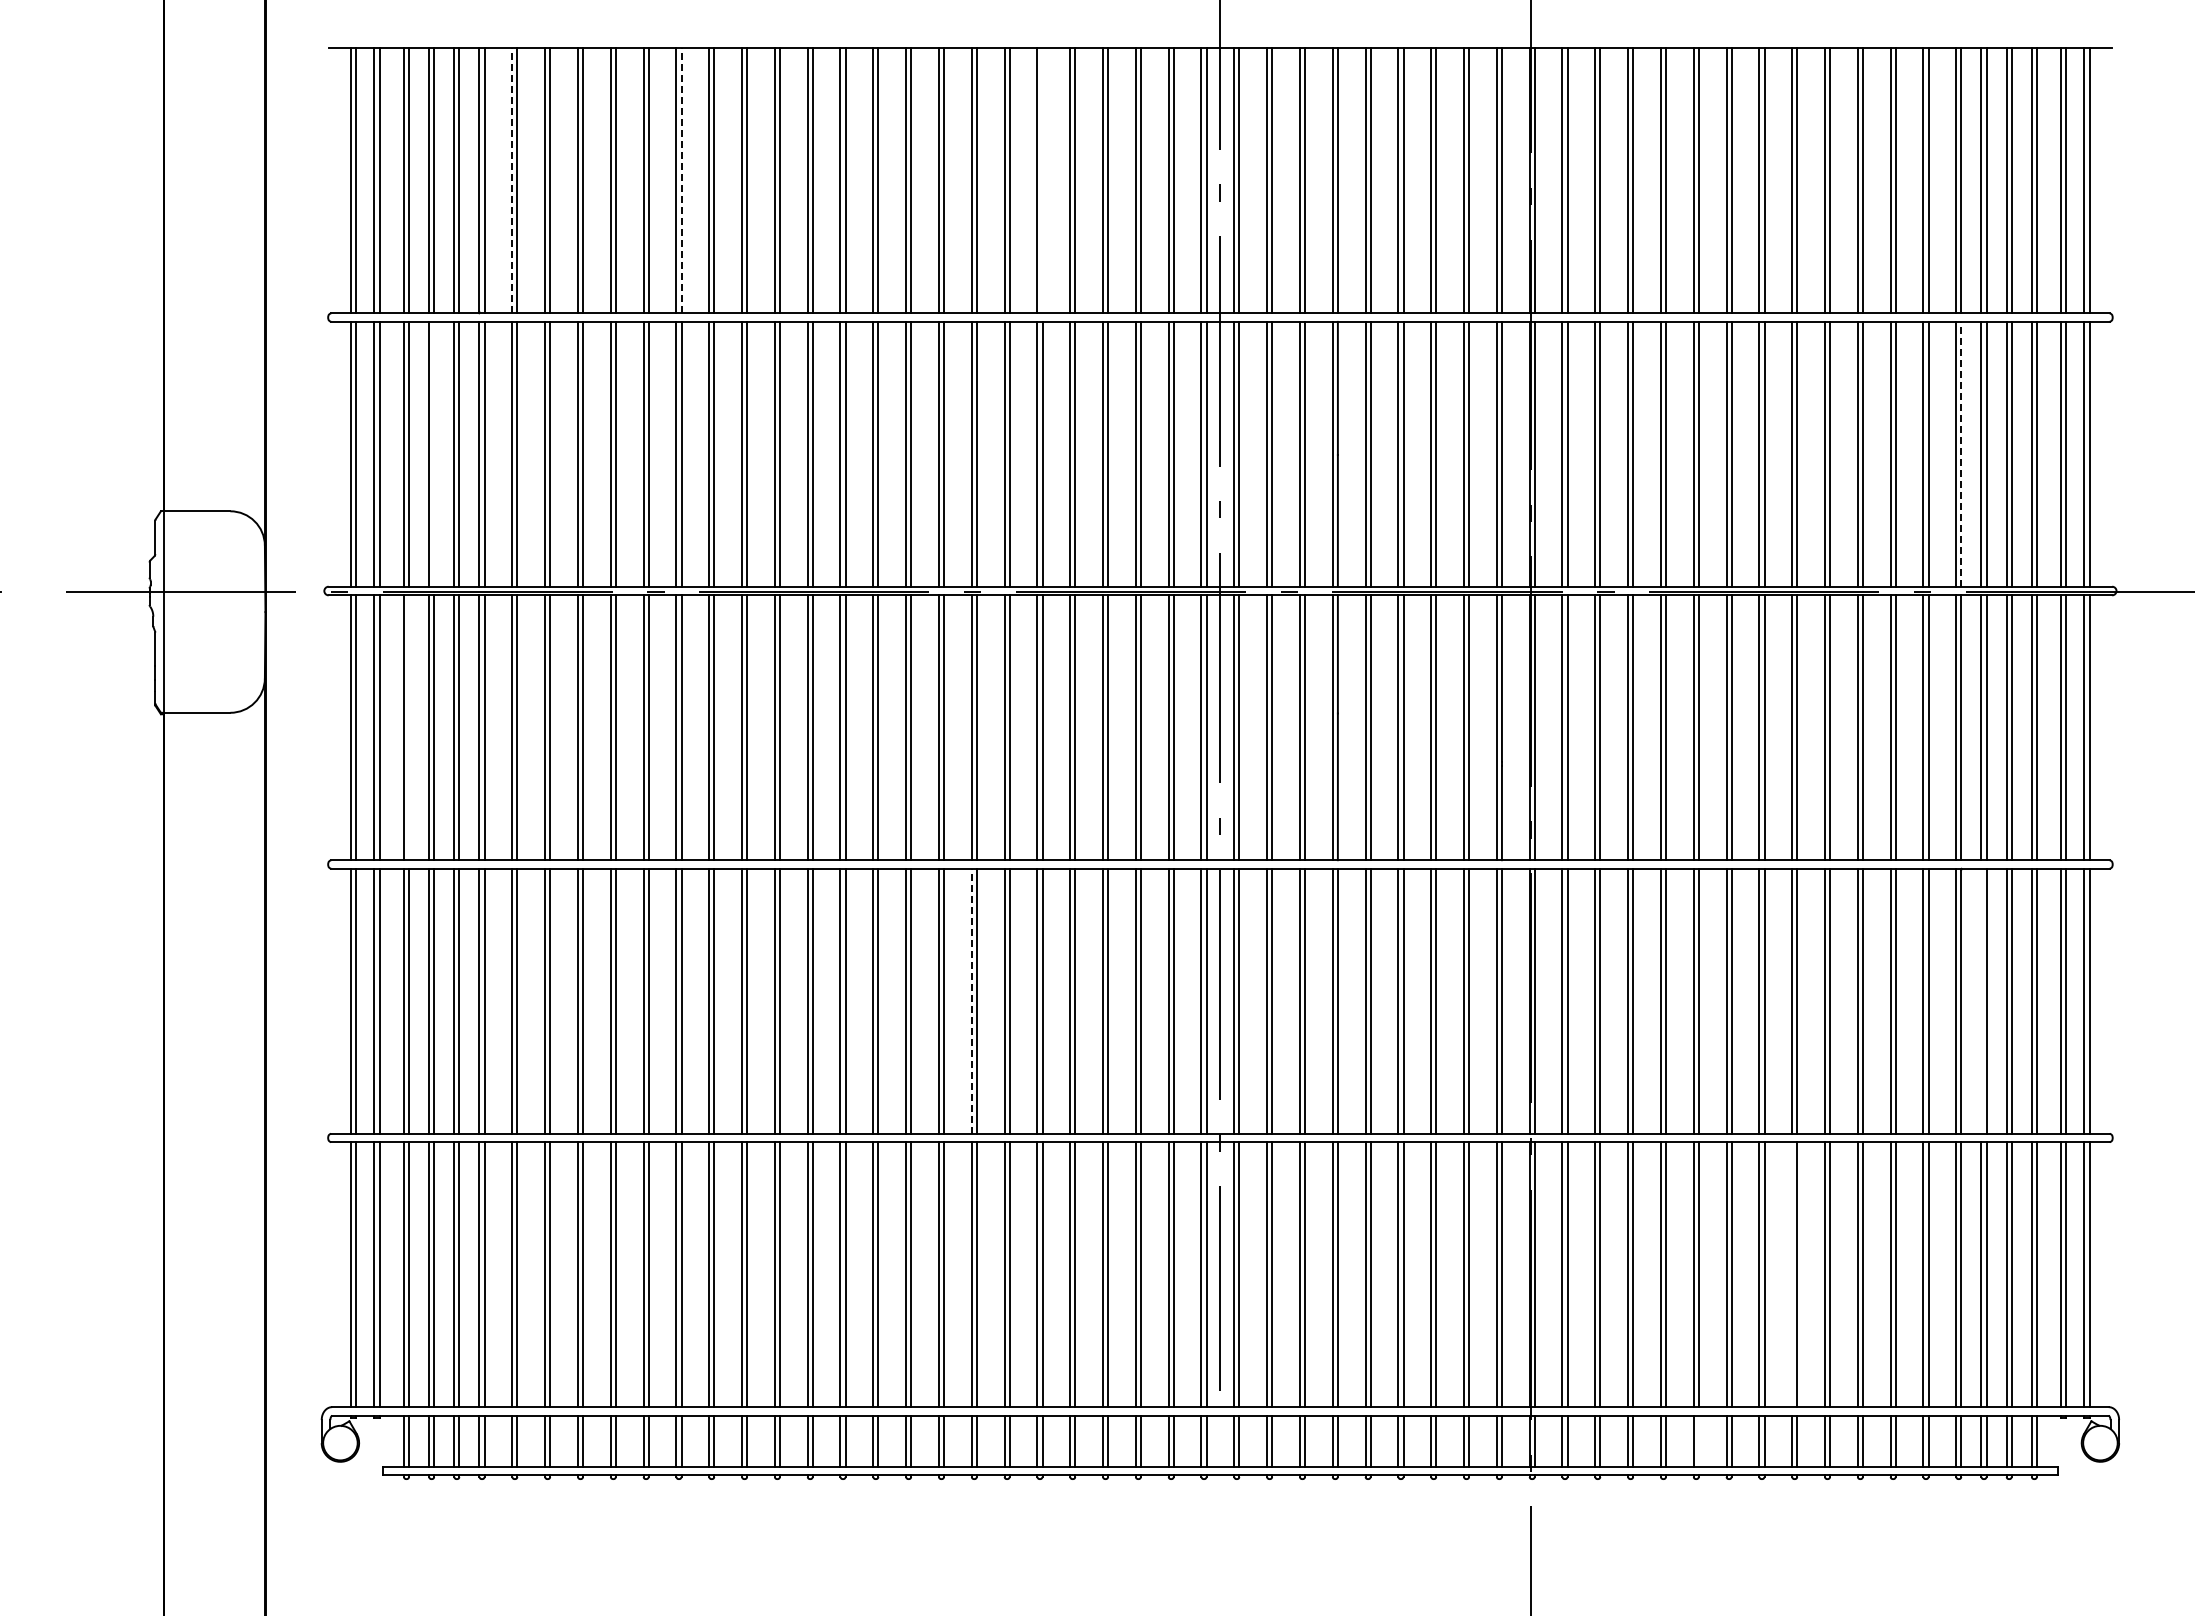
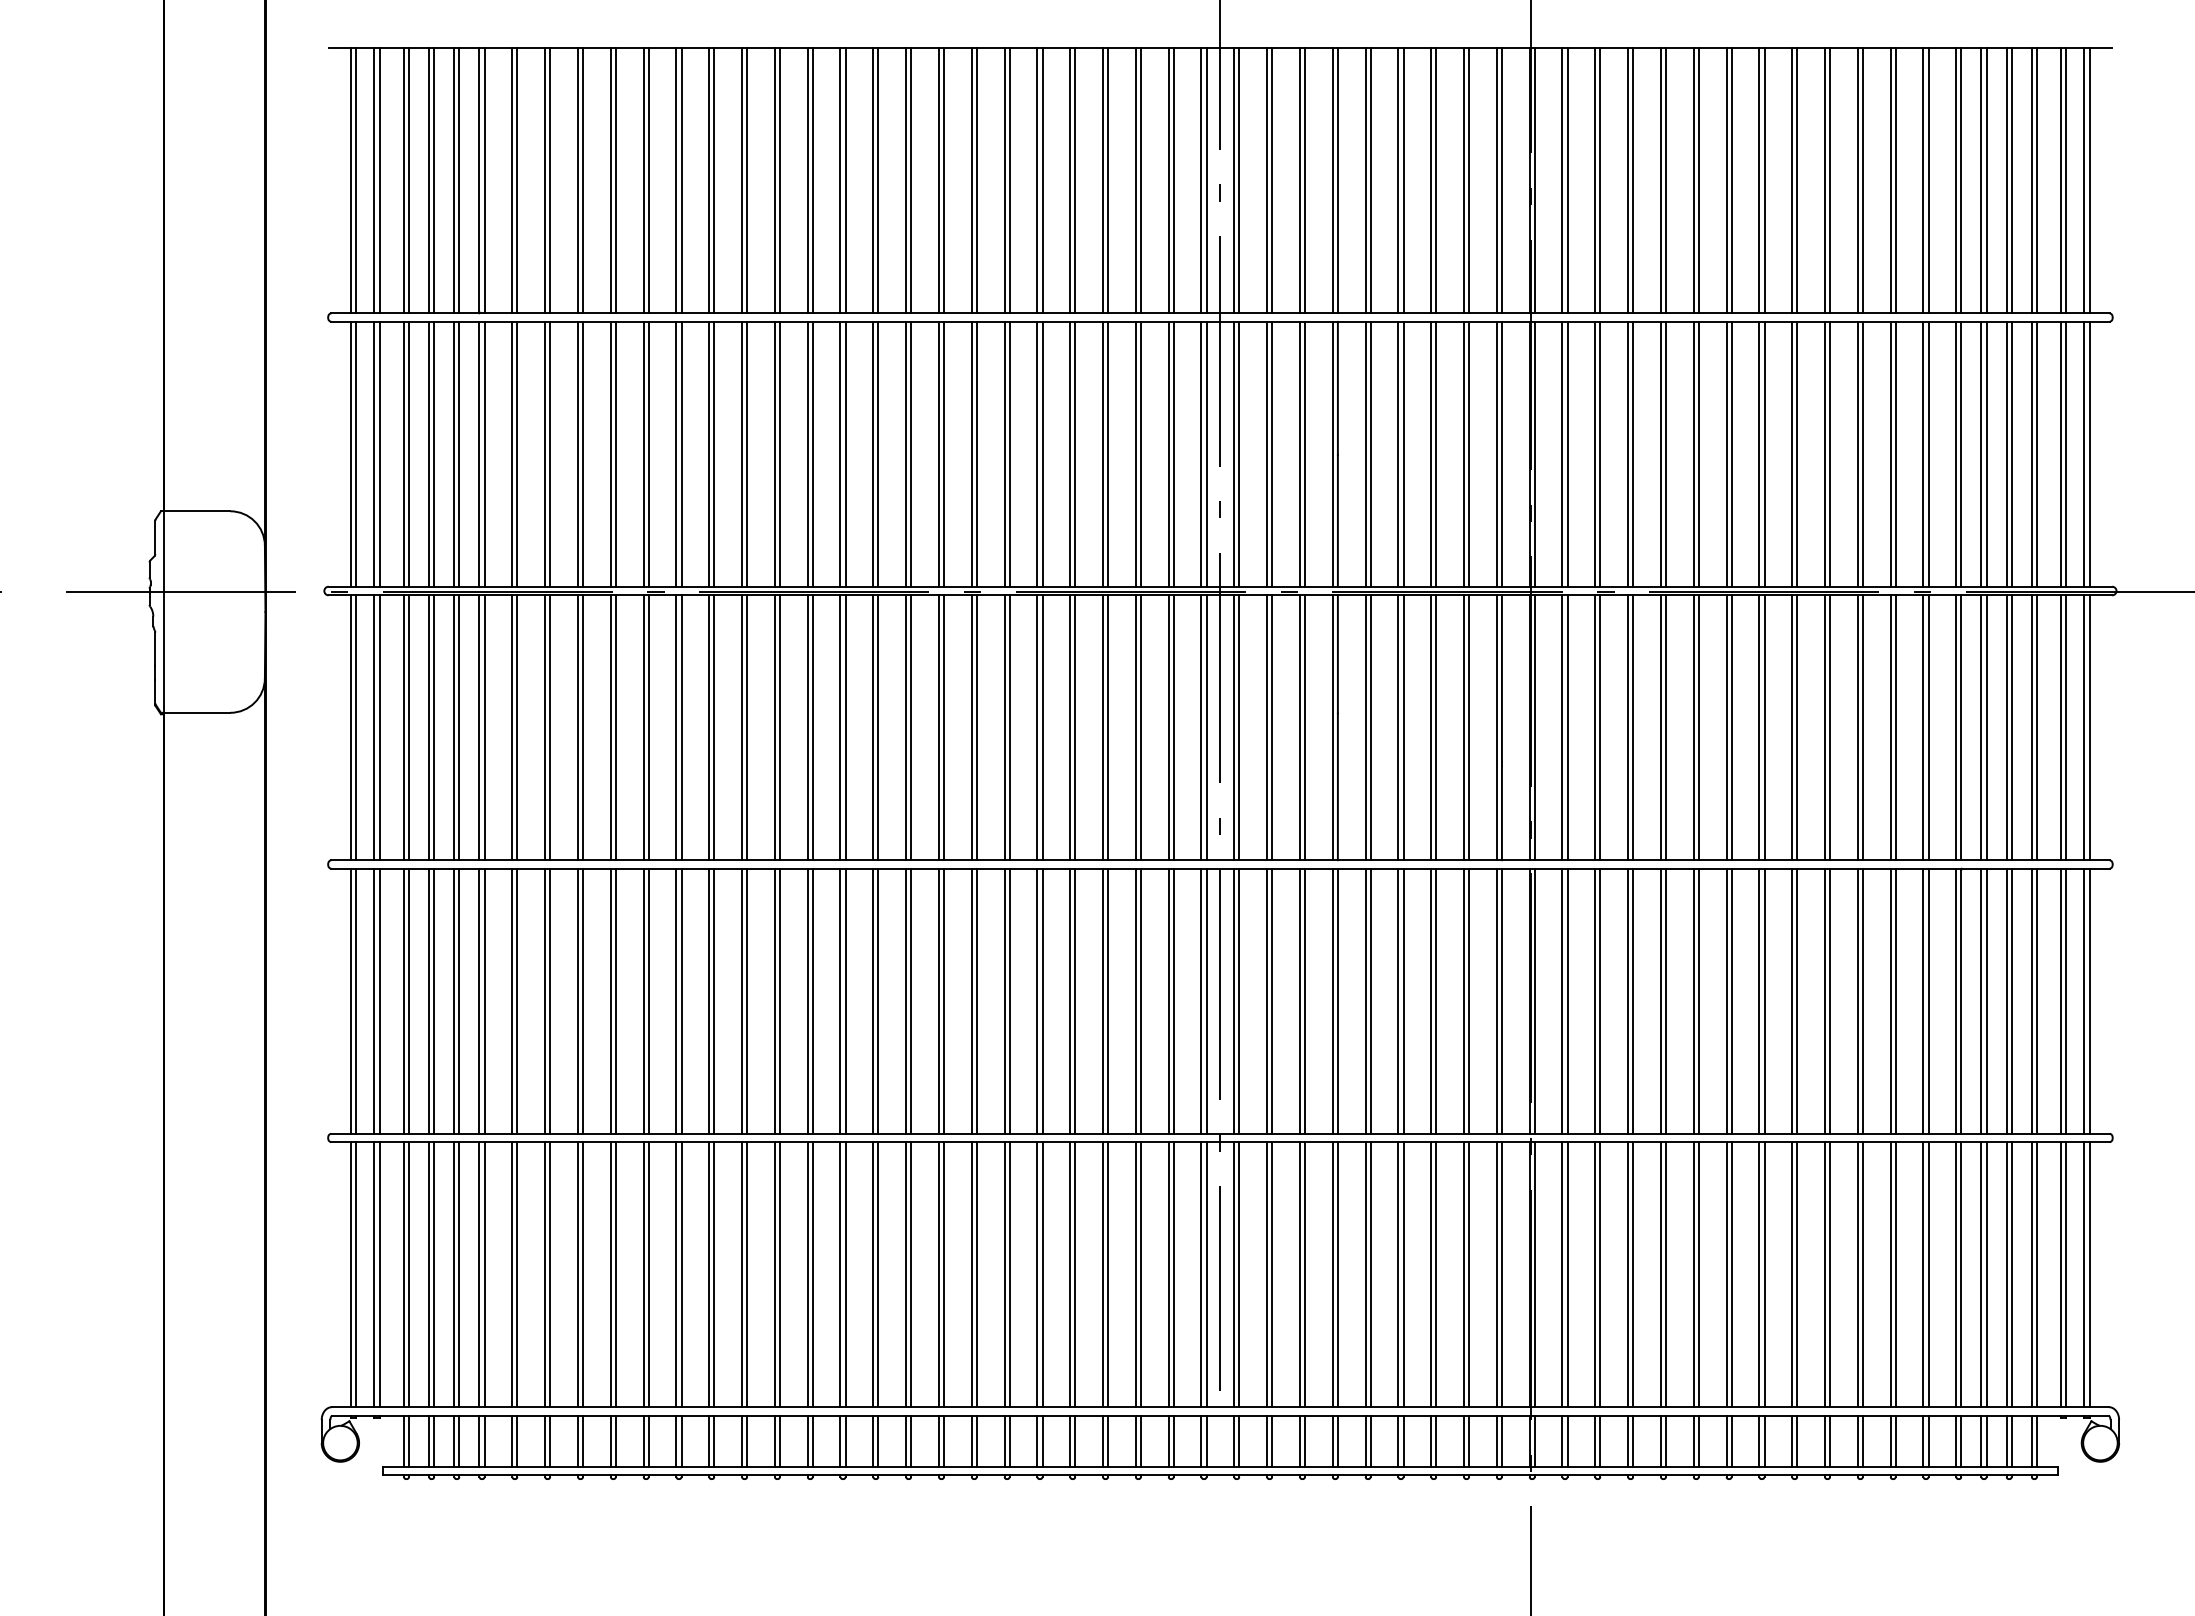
line at (512, 180): dashed -> solid
line at (681, 180): dashed -> solid
line at (1042, 180): none -> present
line at (434, 453): none -> present
line at (1961, 453): dashed -> solid
line at (409, 727): none -> present
line at (971, 1000): dashed -> solid
line at (1981, 1000): none -> present
line at (1792, 1274): none -> present
line at (1698, 1440): none -> present
